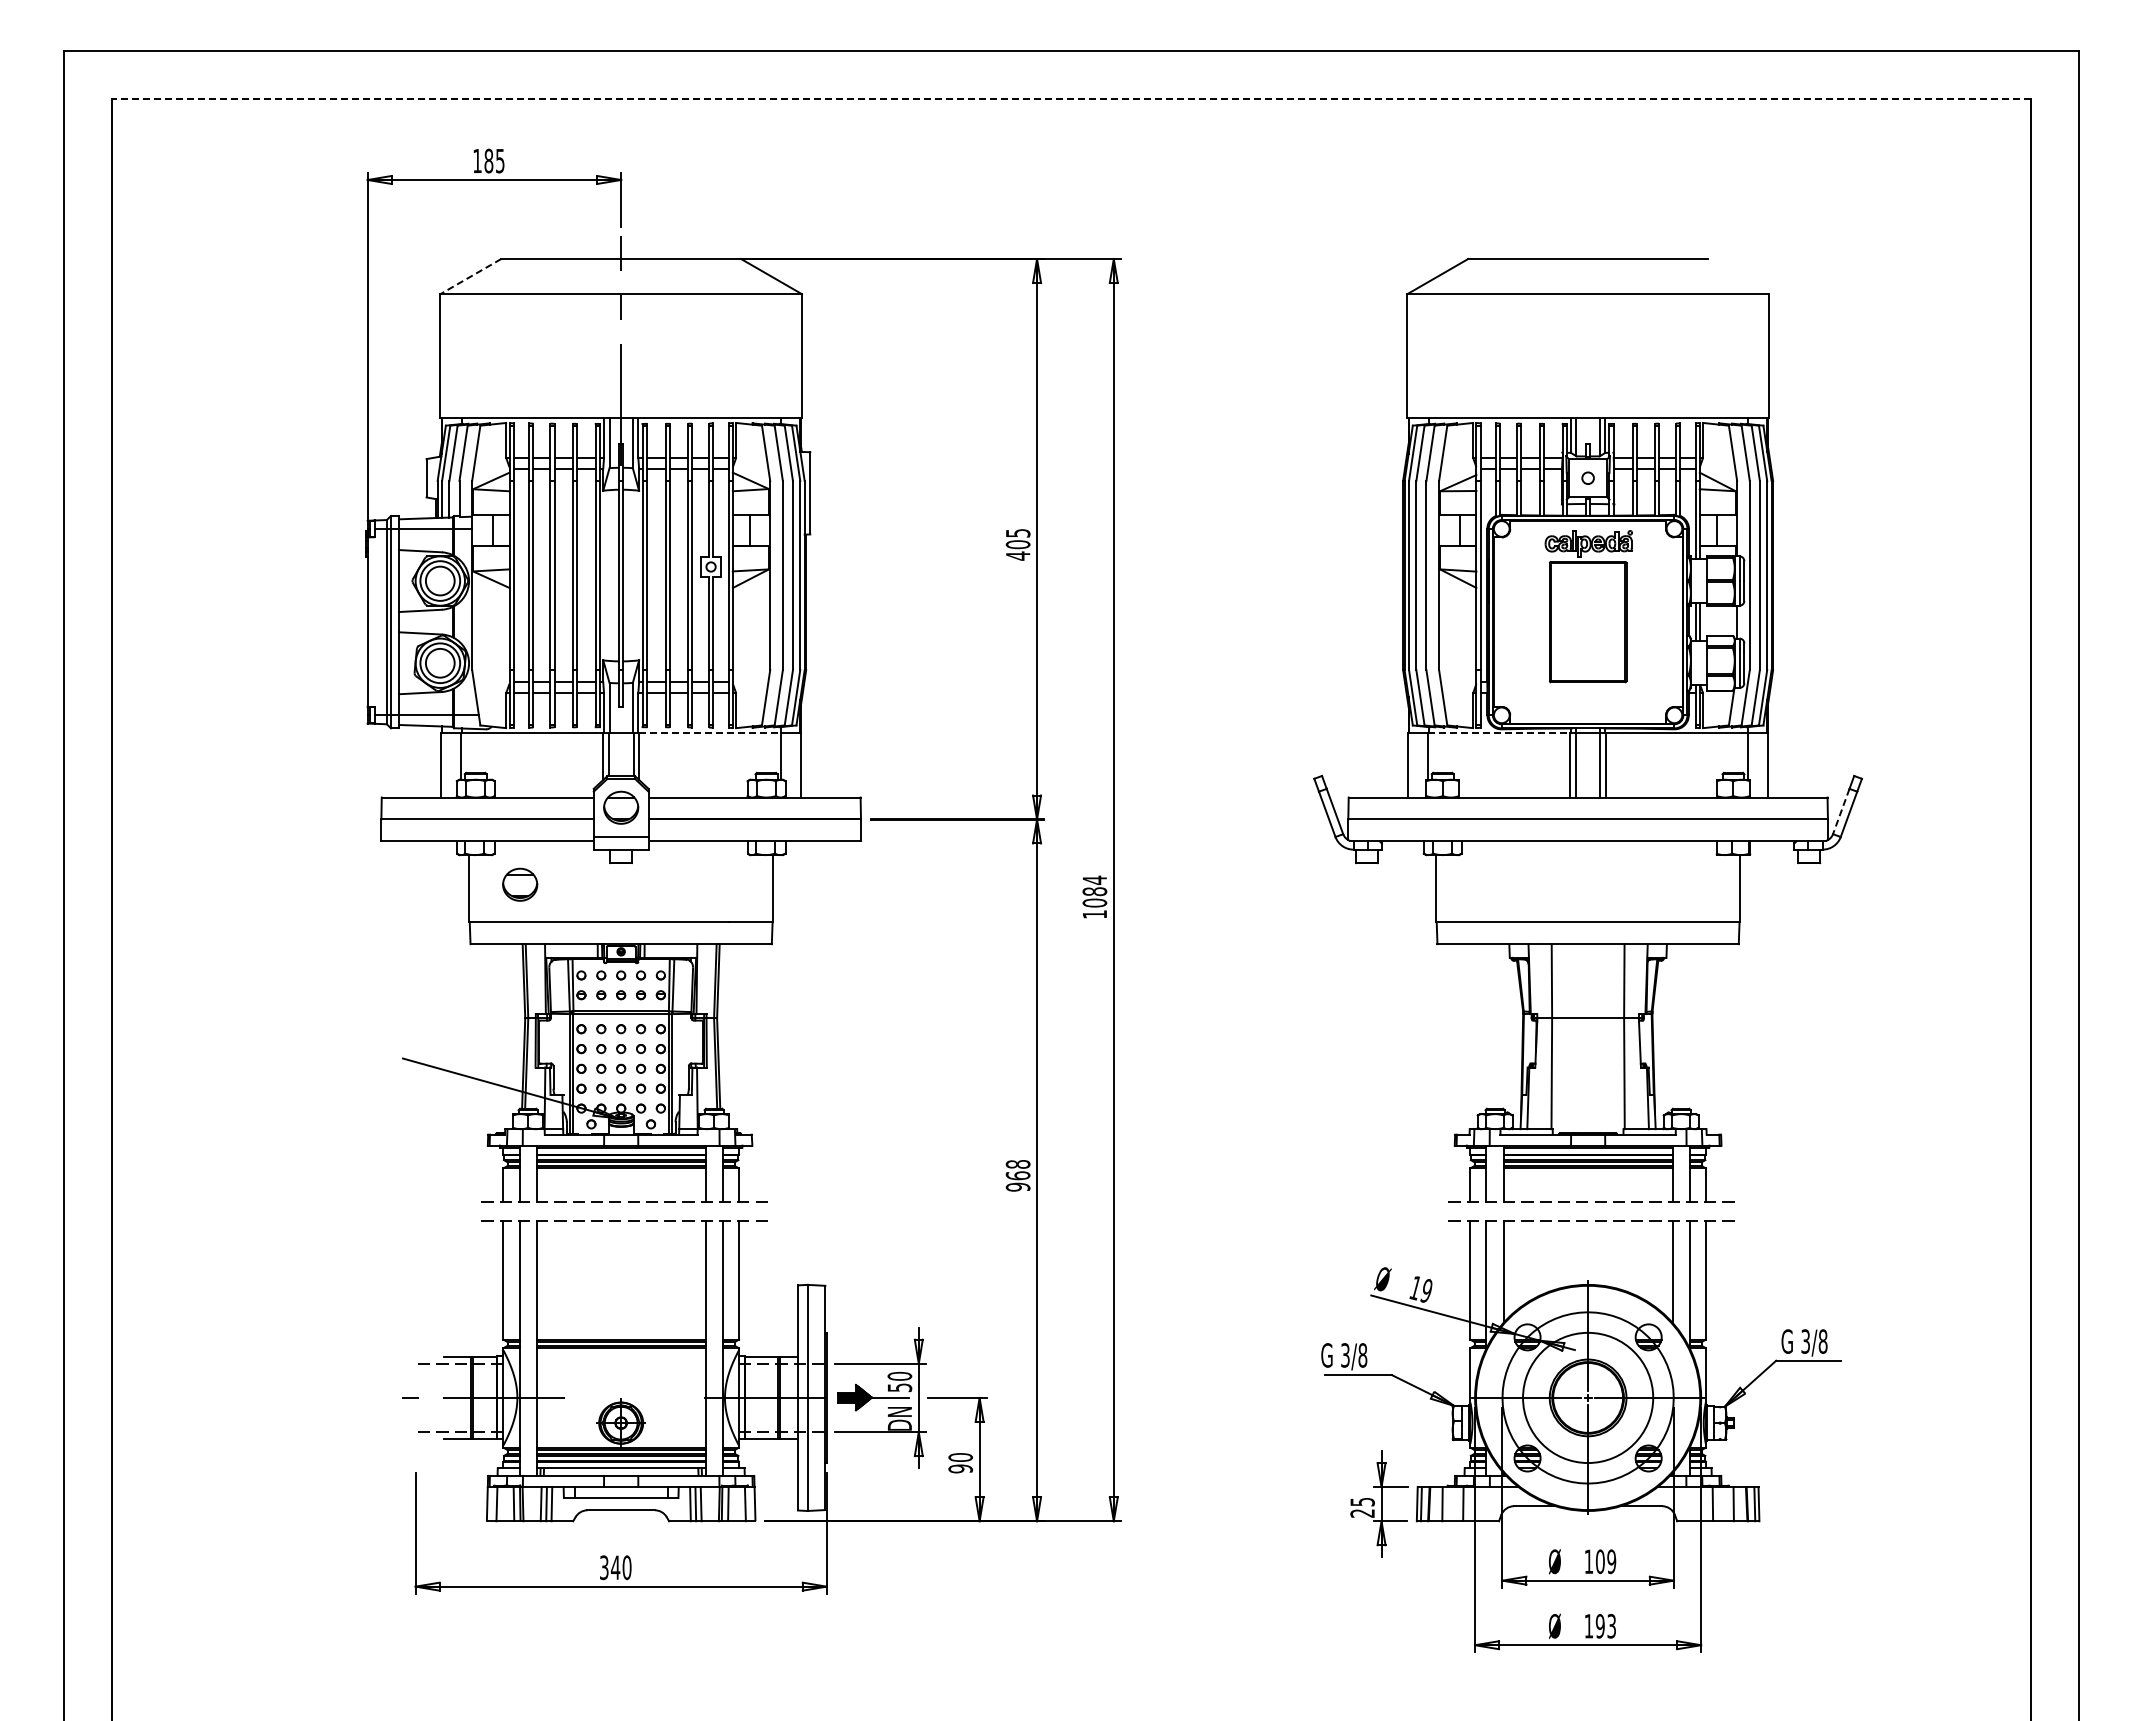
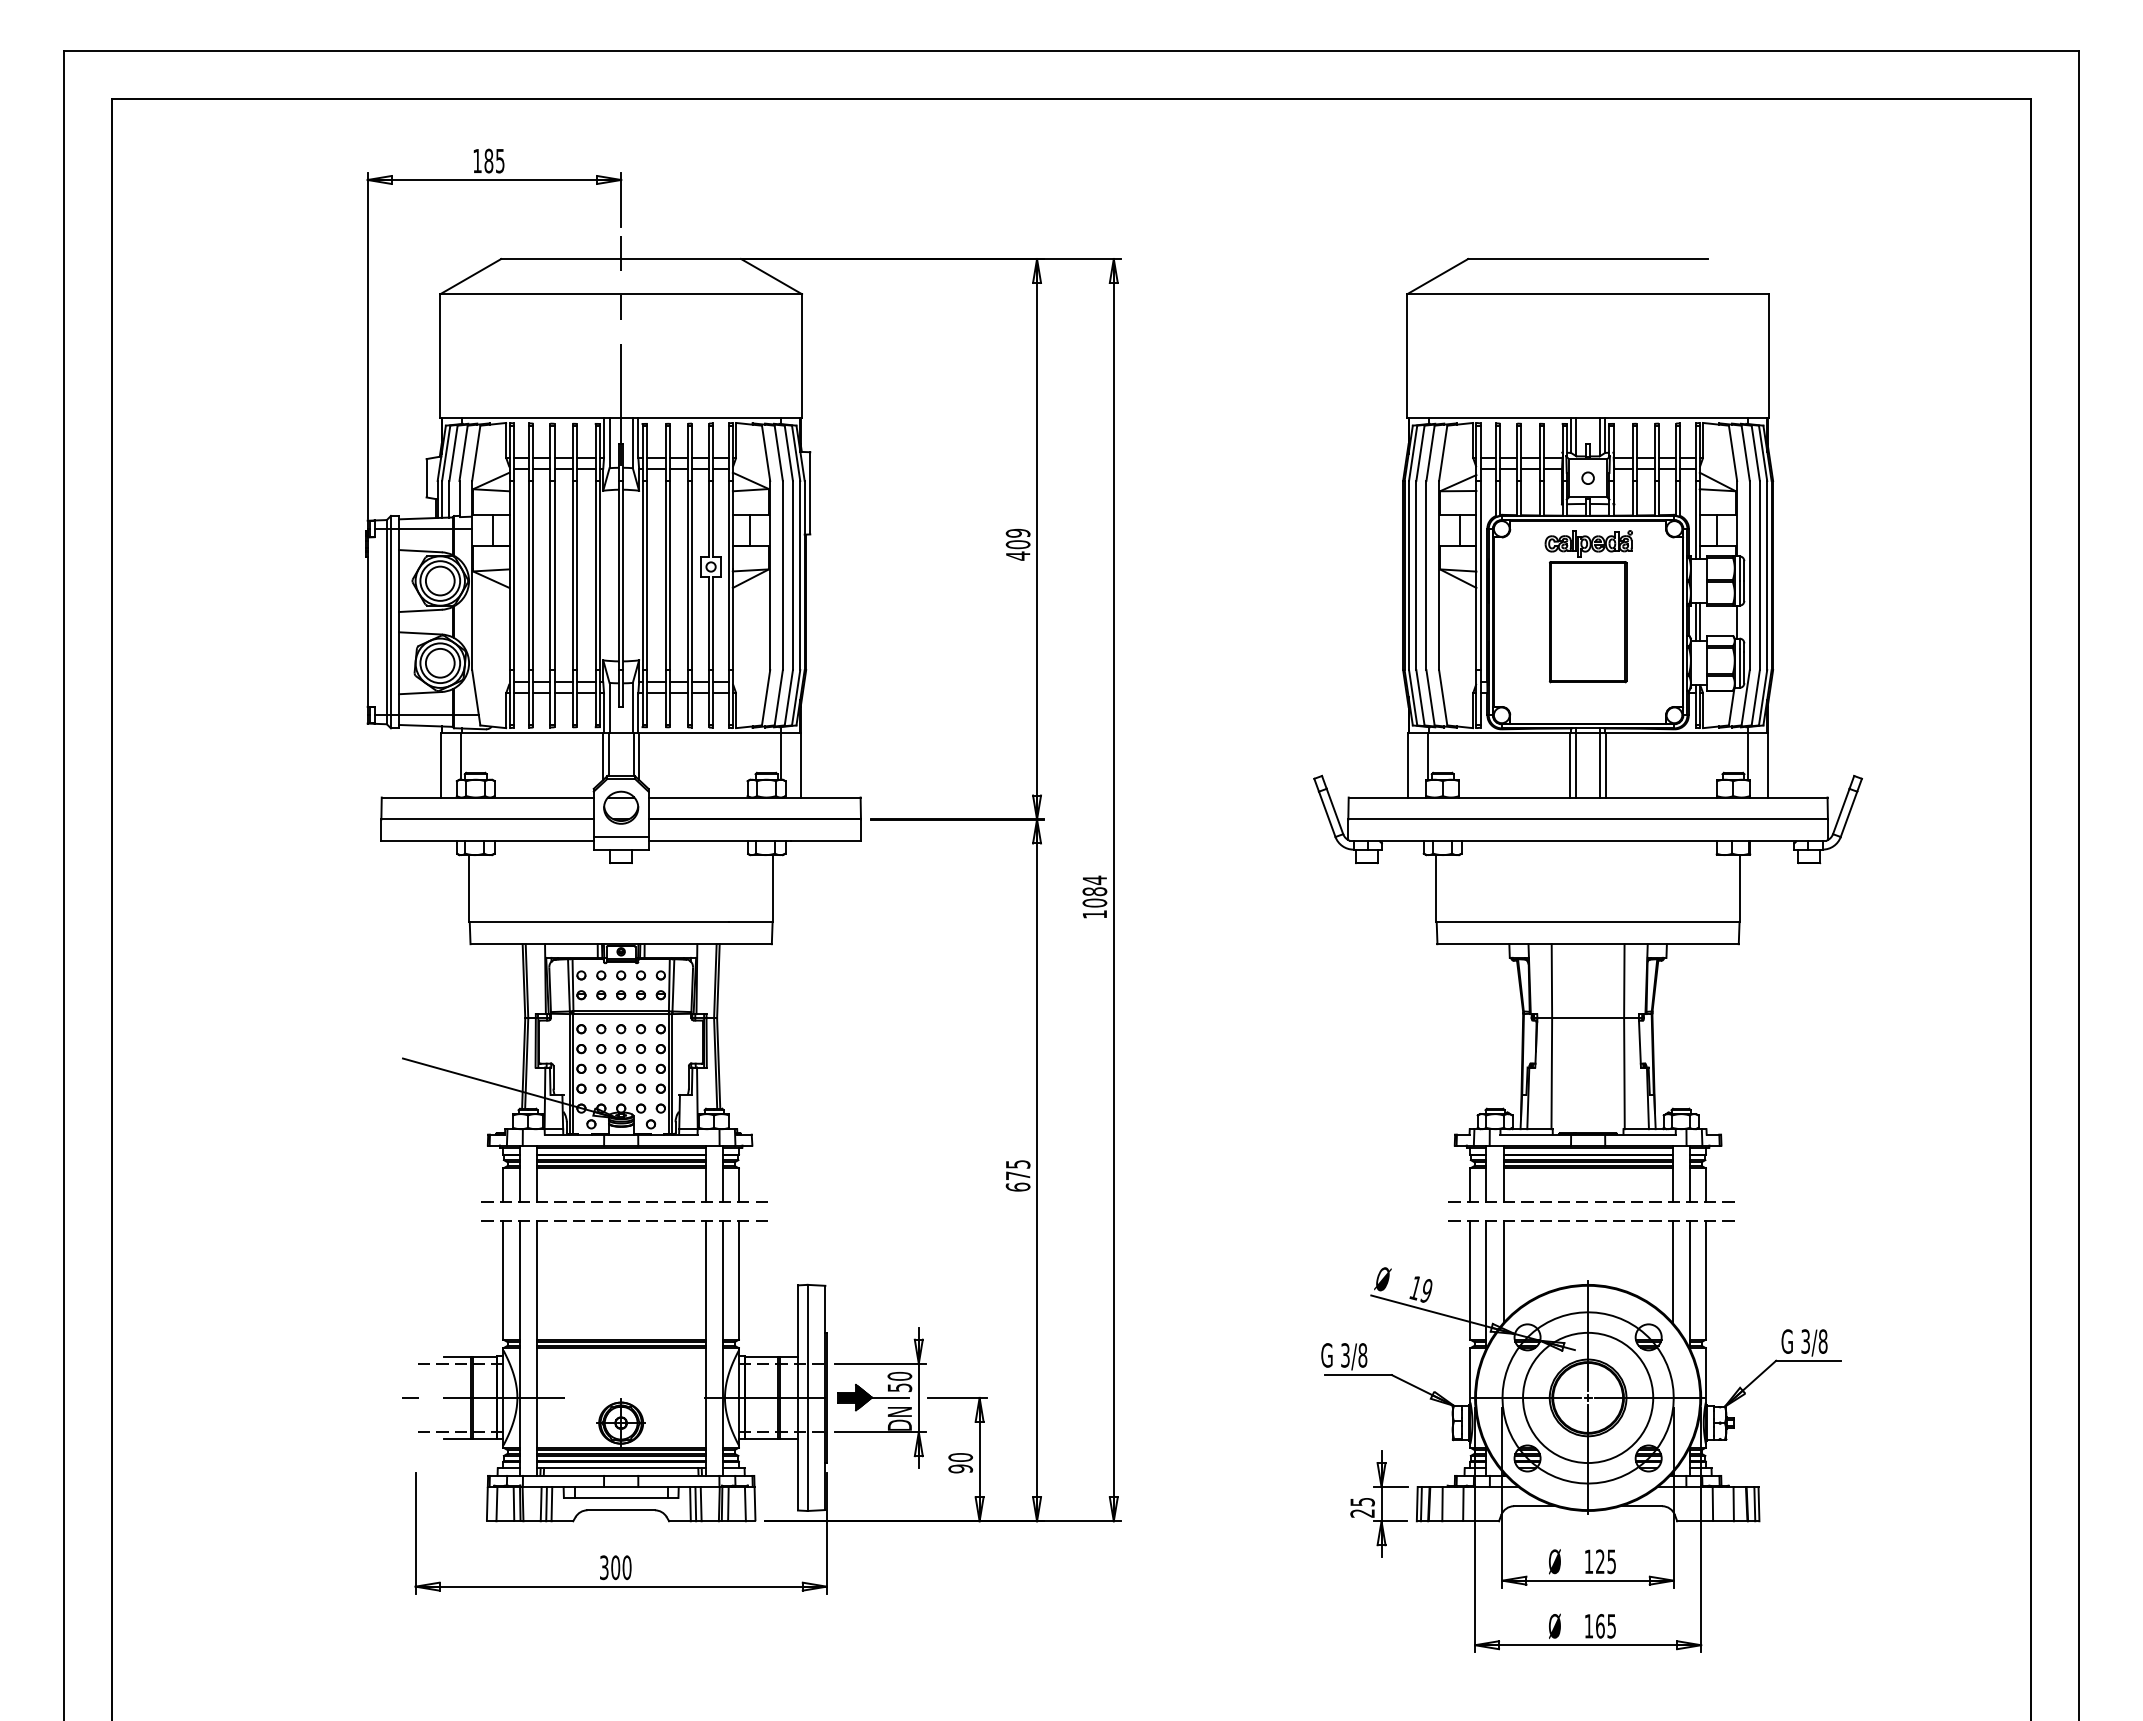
line at (1071, 99): dashed -> solid
line at (470, 276): dashed -> solid
text at (1017, 532): 405 -> 409
line at (710, 733): dashed -> solid
line at (1499, 733): dashed -> solid
line at (1841, 812): dashed -> solid
part at (520, 884): present -> none
text at (1017, 1175): 968 -> 675
text at (1606, 1561): 109 -> 125
text at (615, 1567): 340 -> 300
text at (1605, 1626): 193 -> 165
